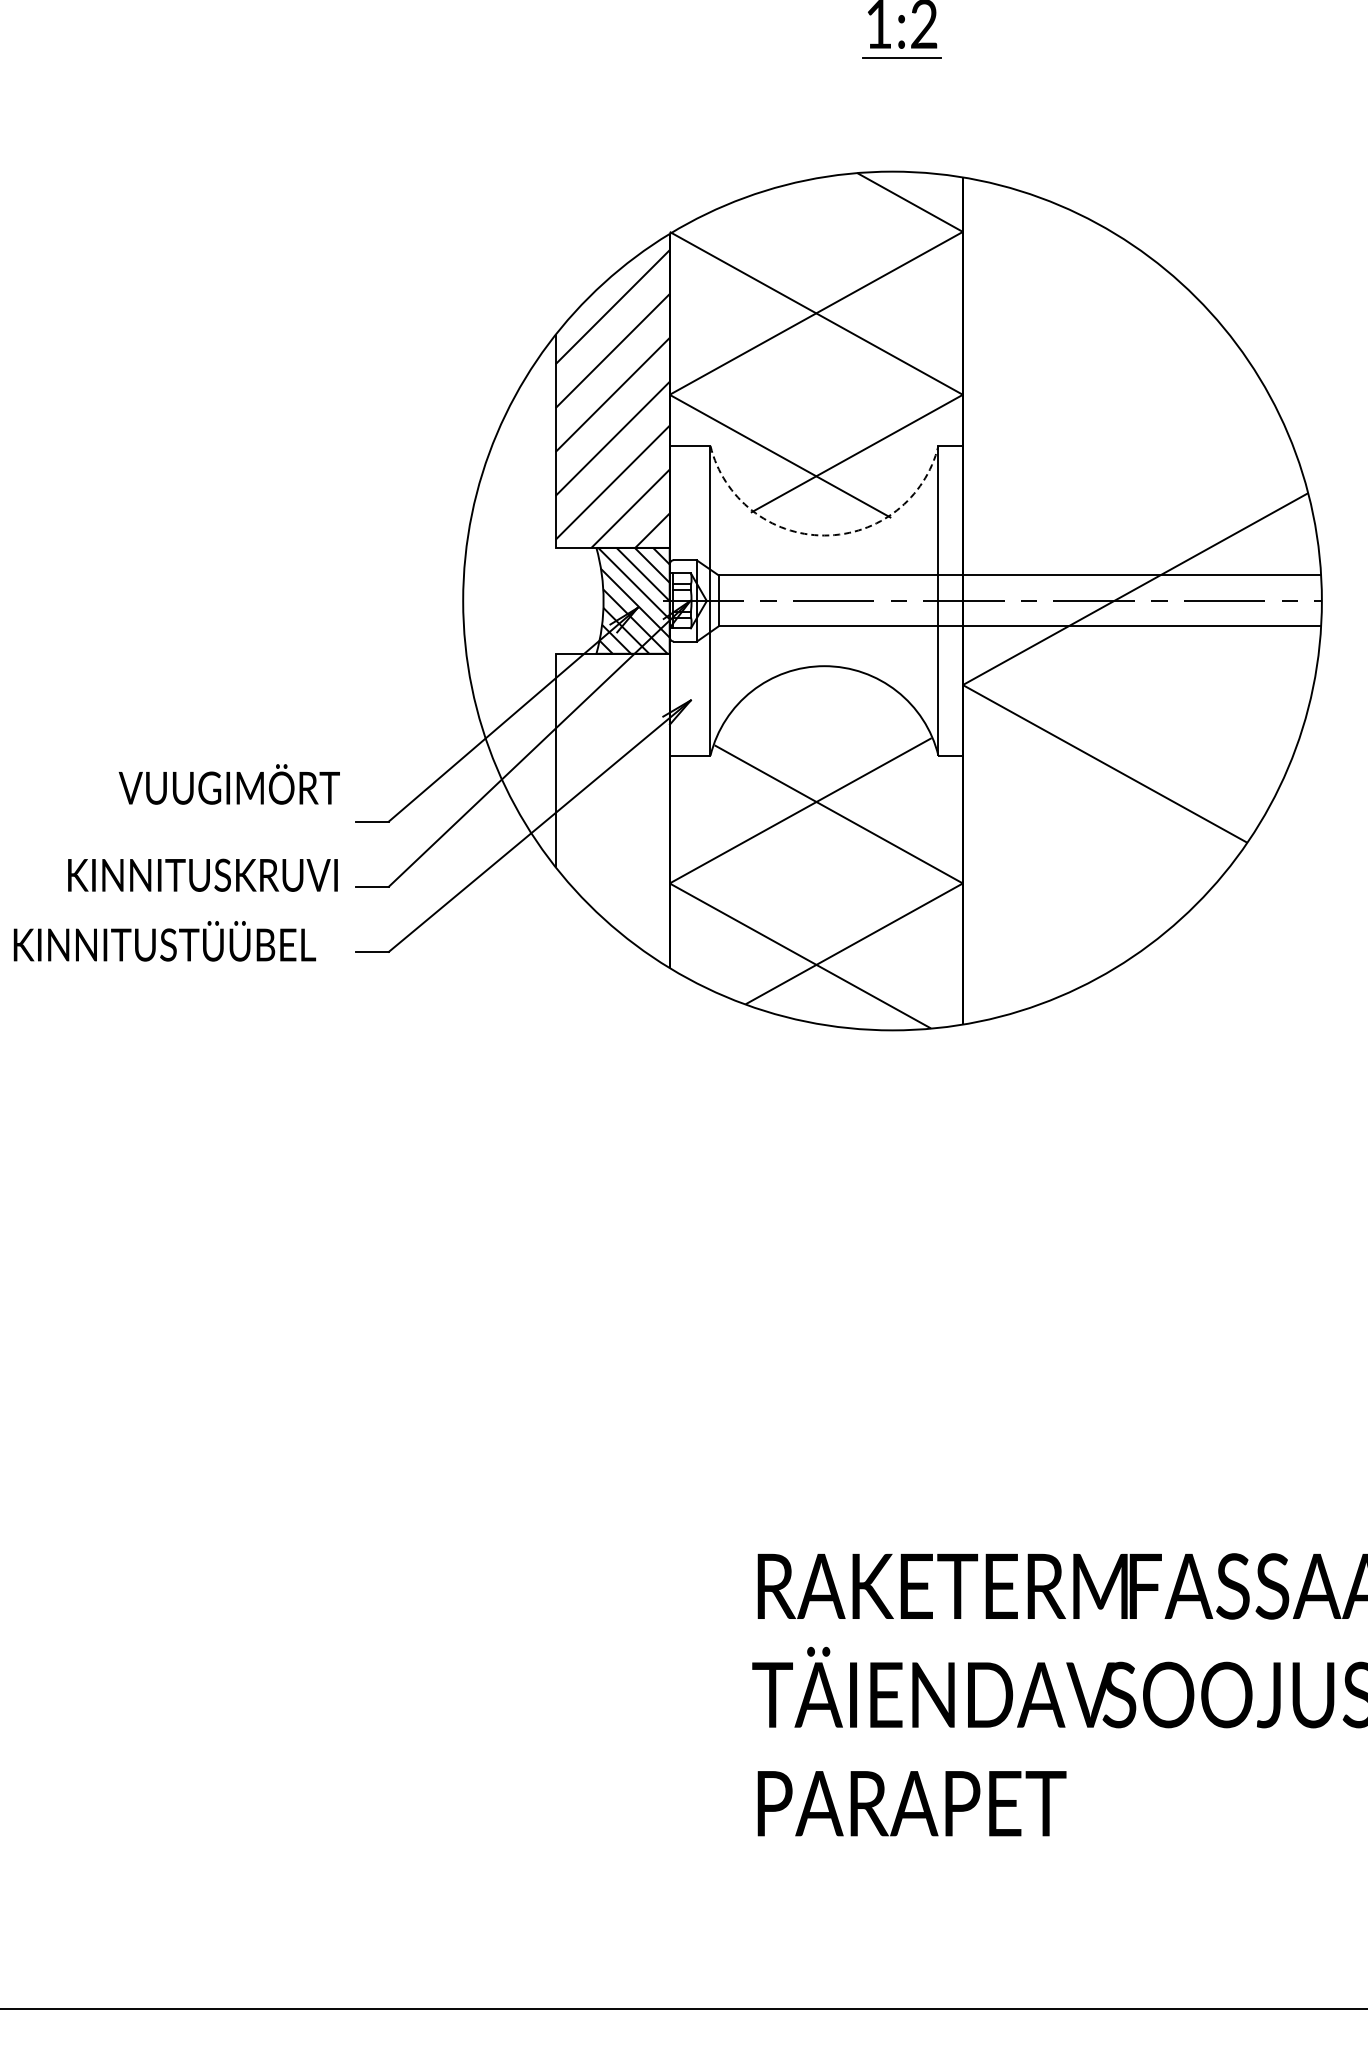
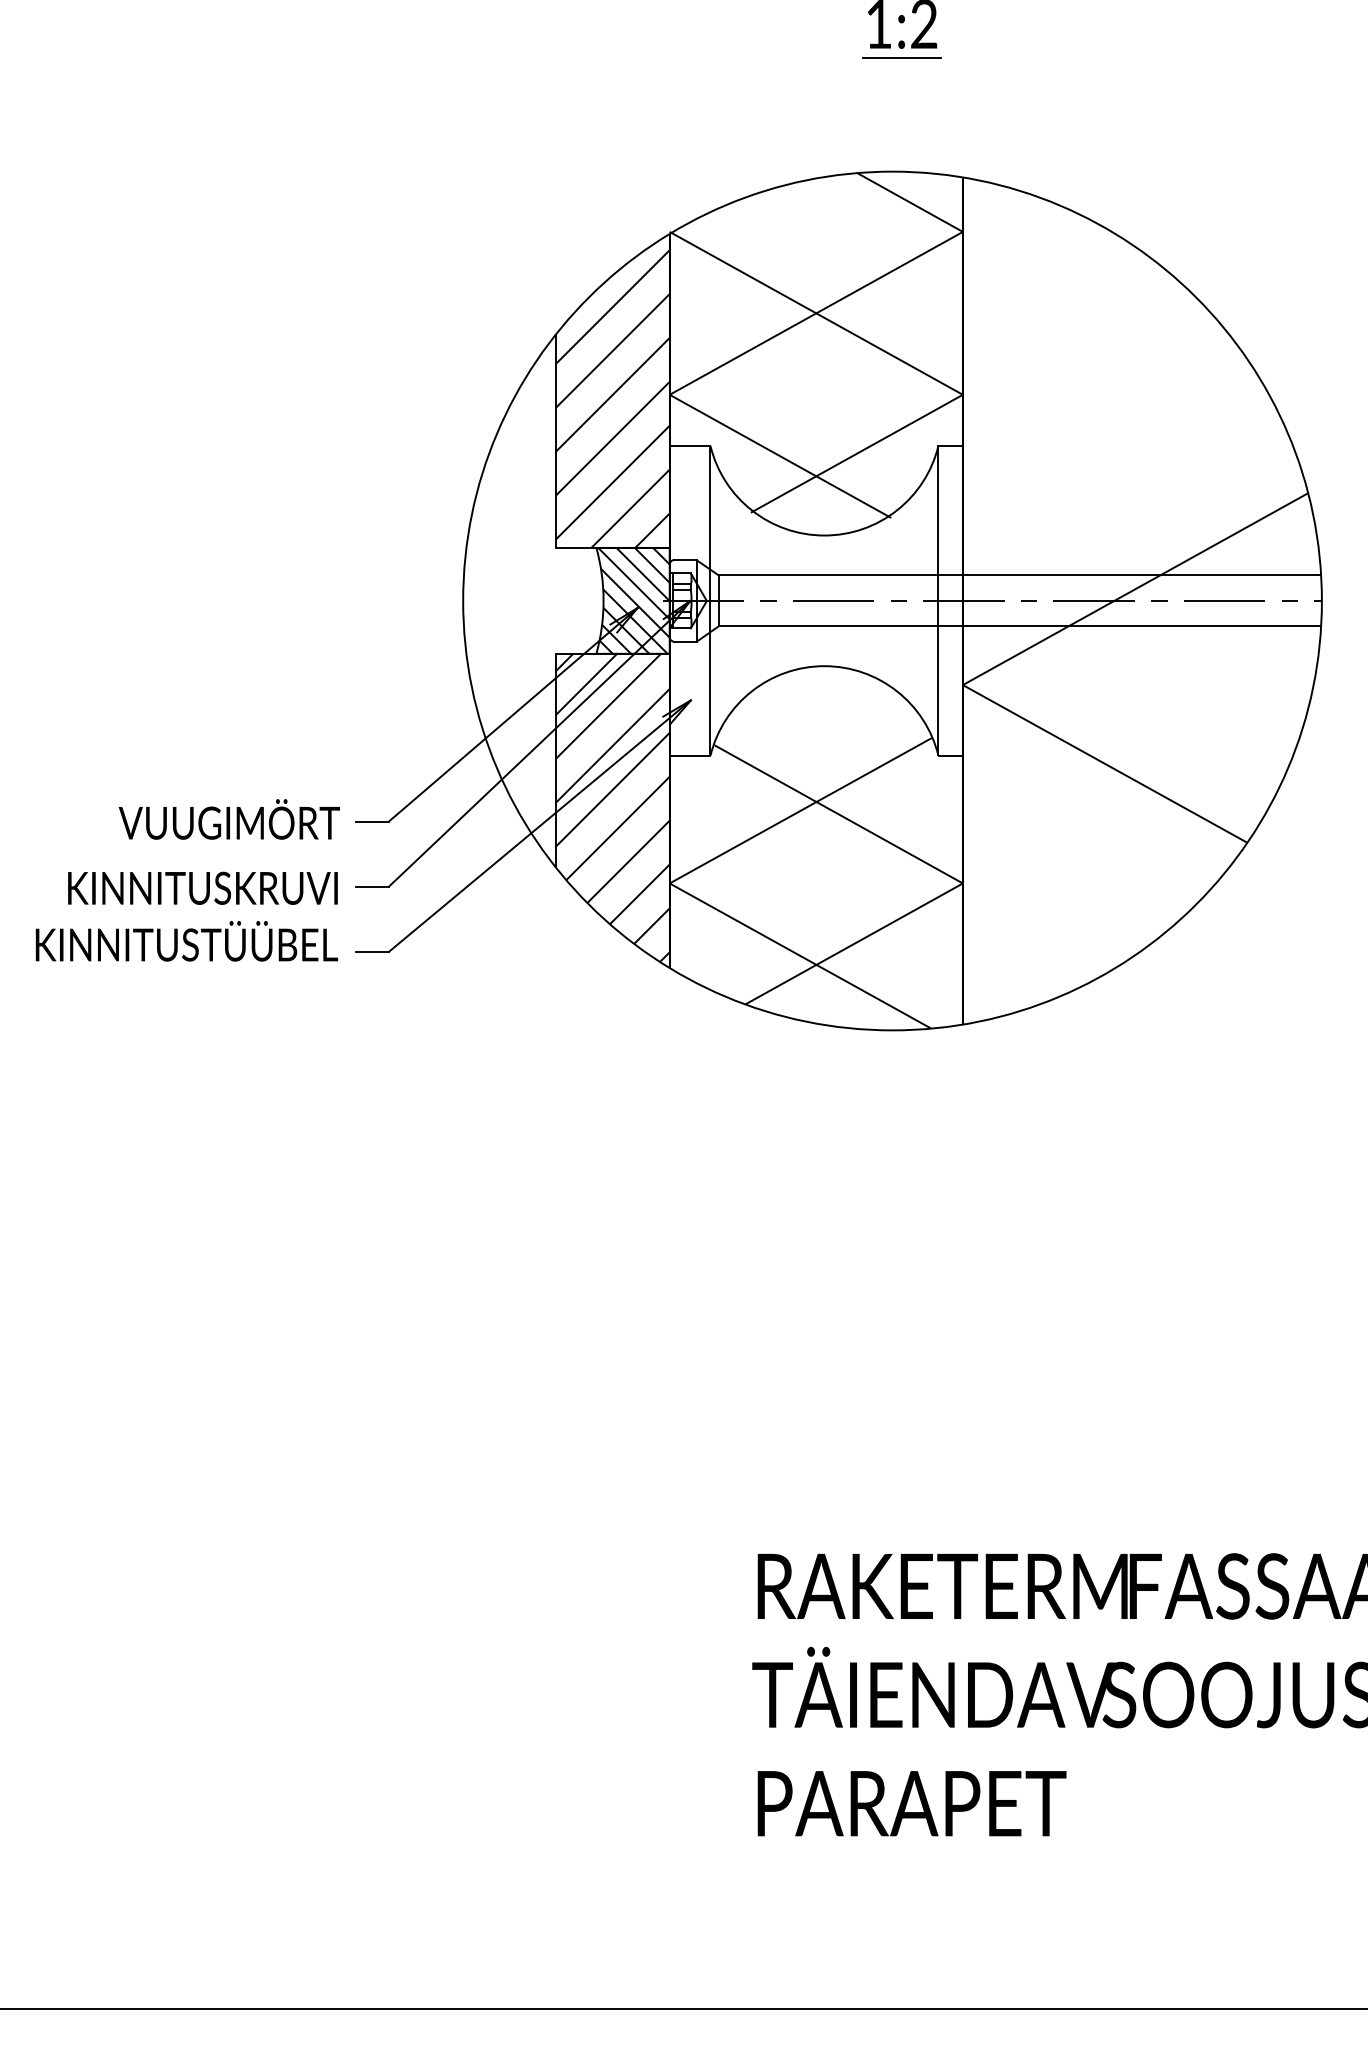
arc at (824, 535): dashed -> solid
text at (228, 784) position: (228, 784) -> (228, 819)
hatch at (612, 807): none -> present
text at (202, 874) position: (202, 874) -> (202, 887)
text at (164, 941) position: (164, 941) -> (186, 941)
